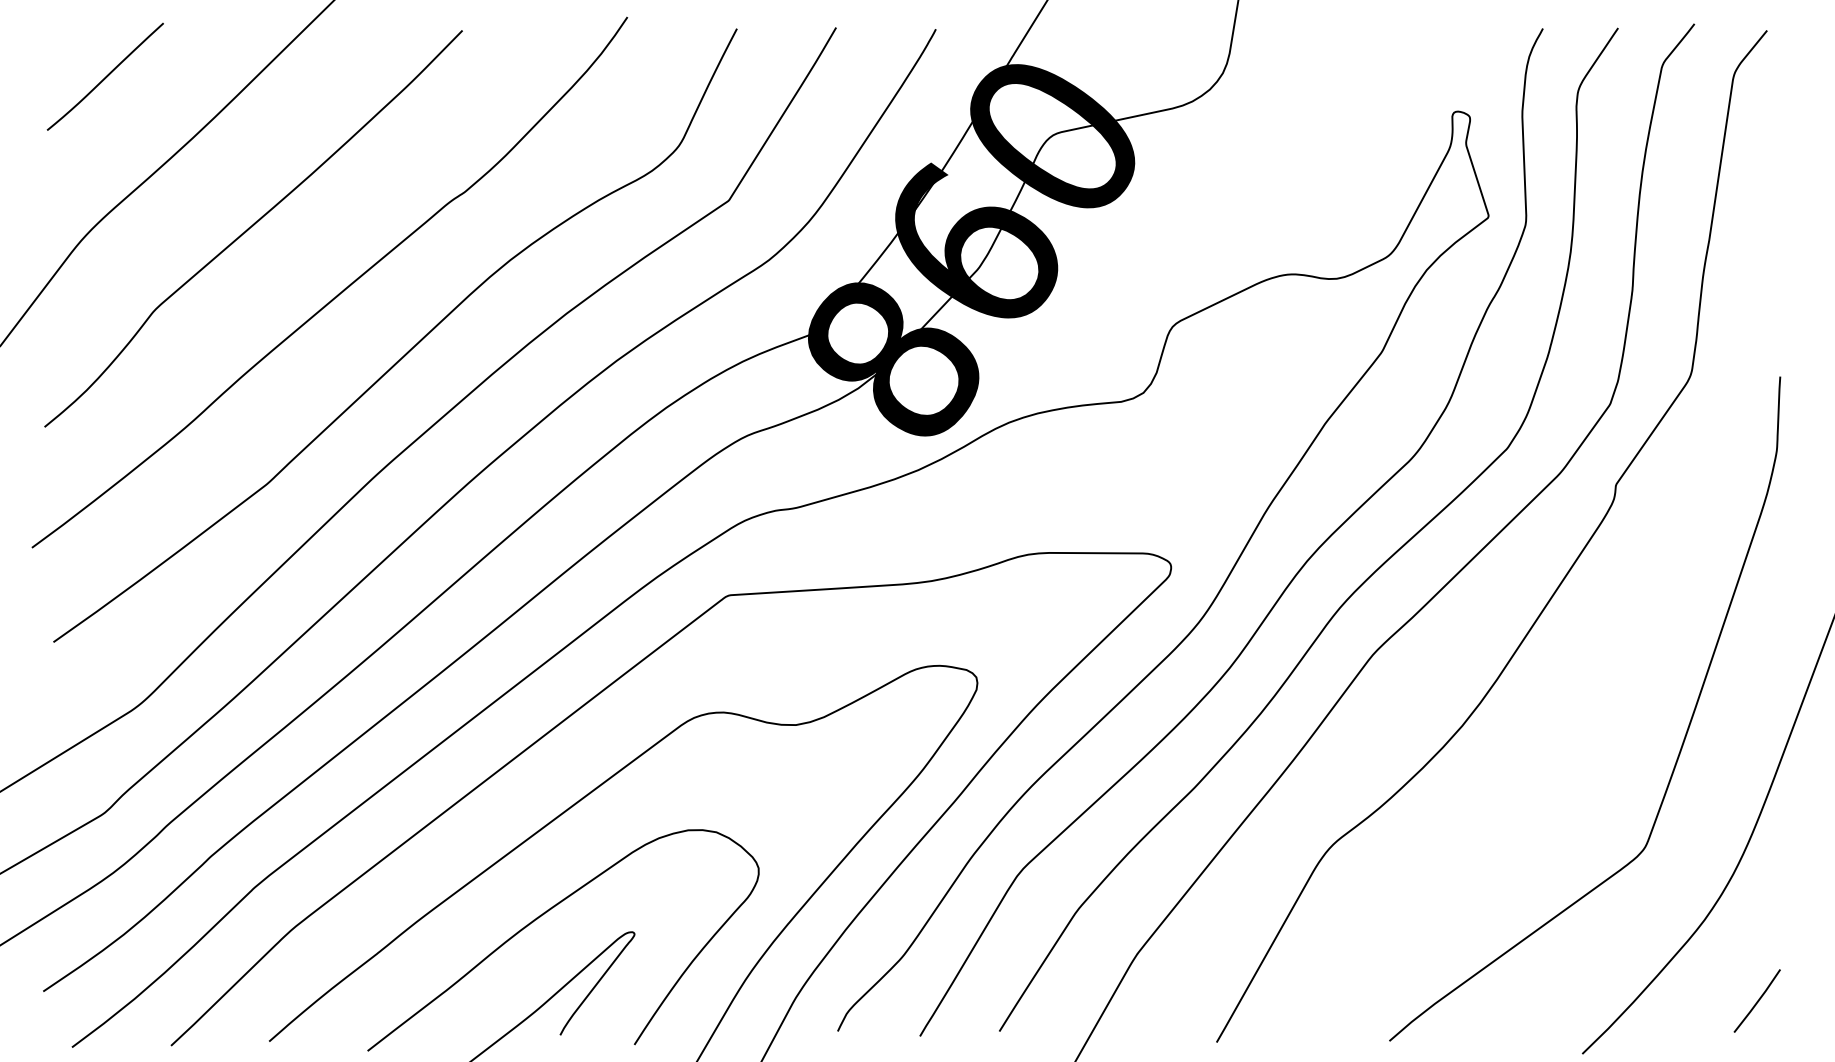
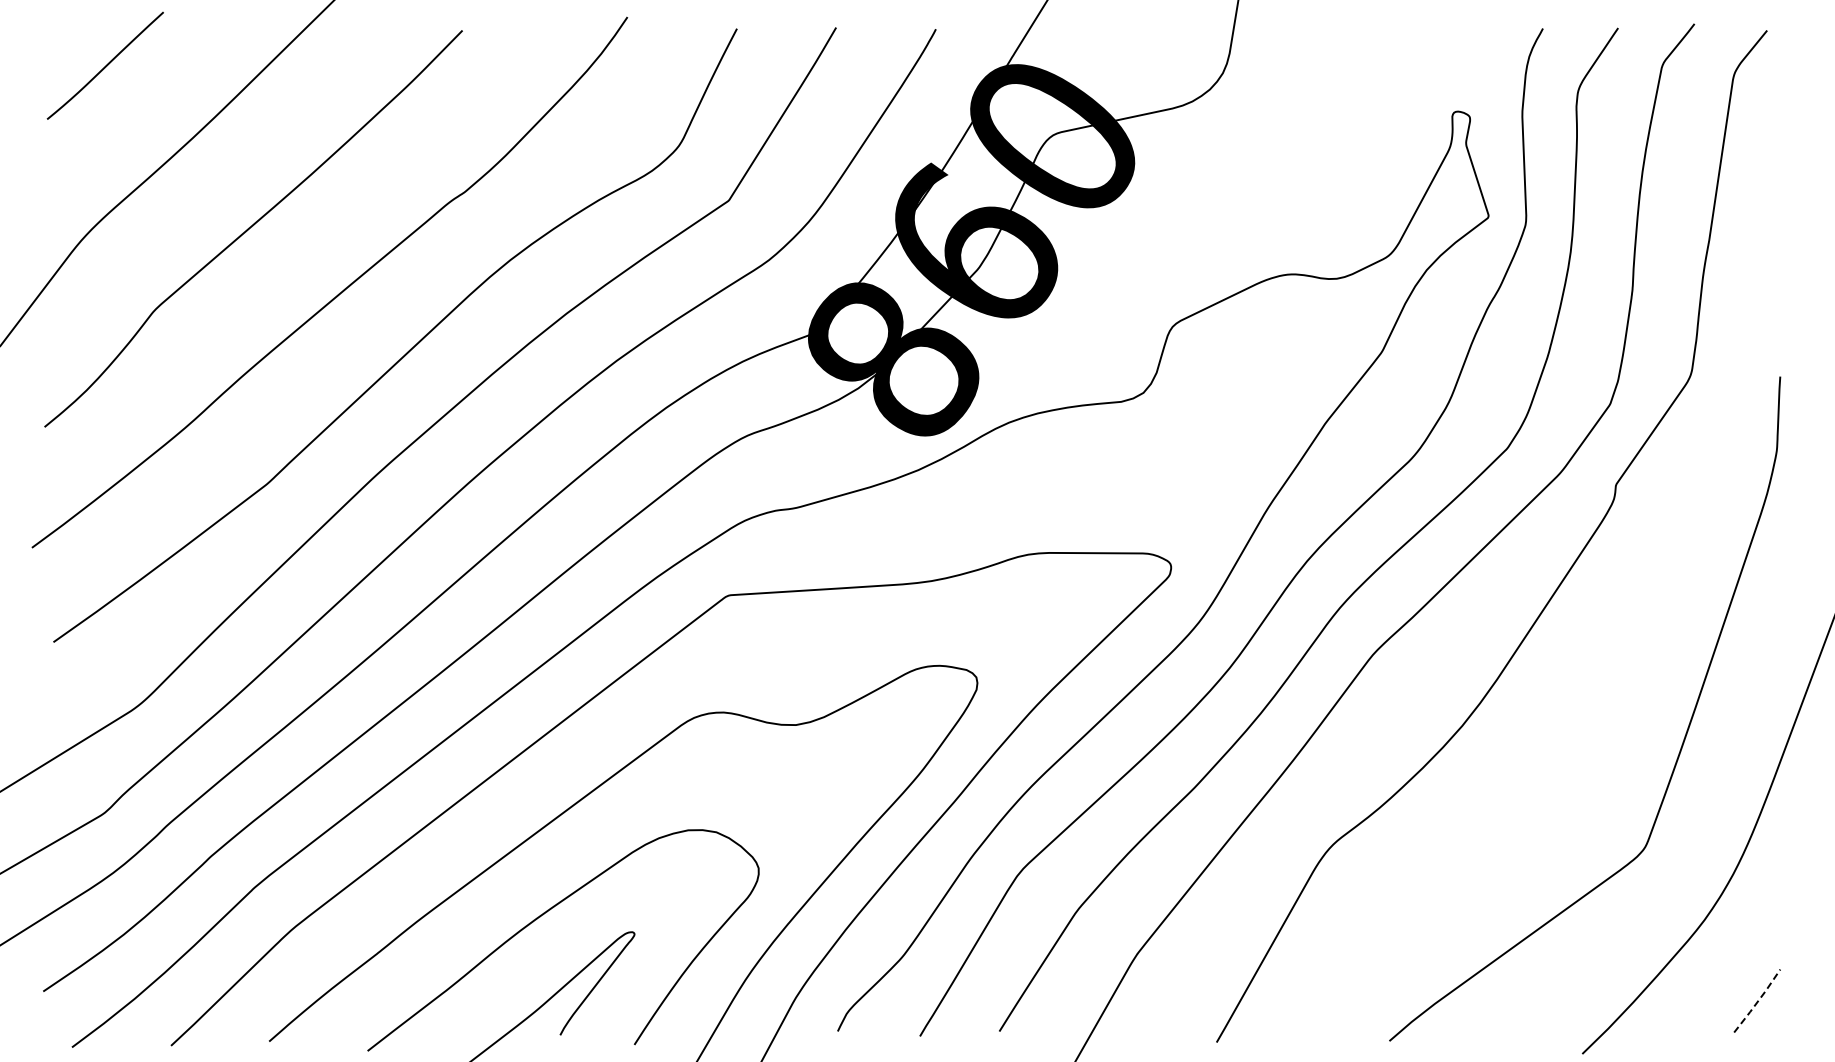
curve at (105, 76) position: (105, 76) -> (105, 65)
line at (1758, 1001): solid -> dashed
